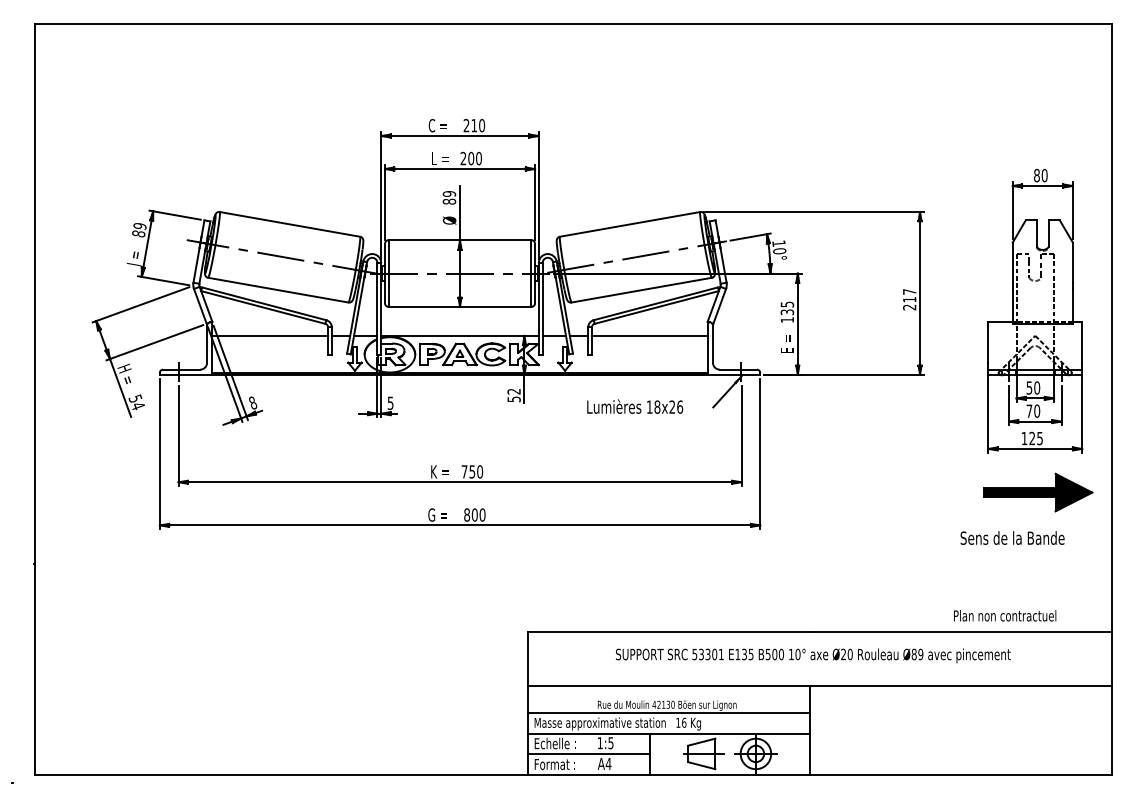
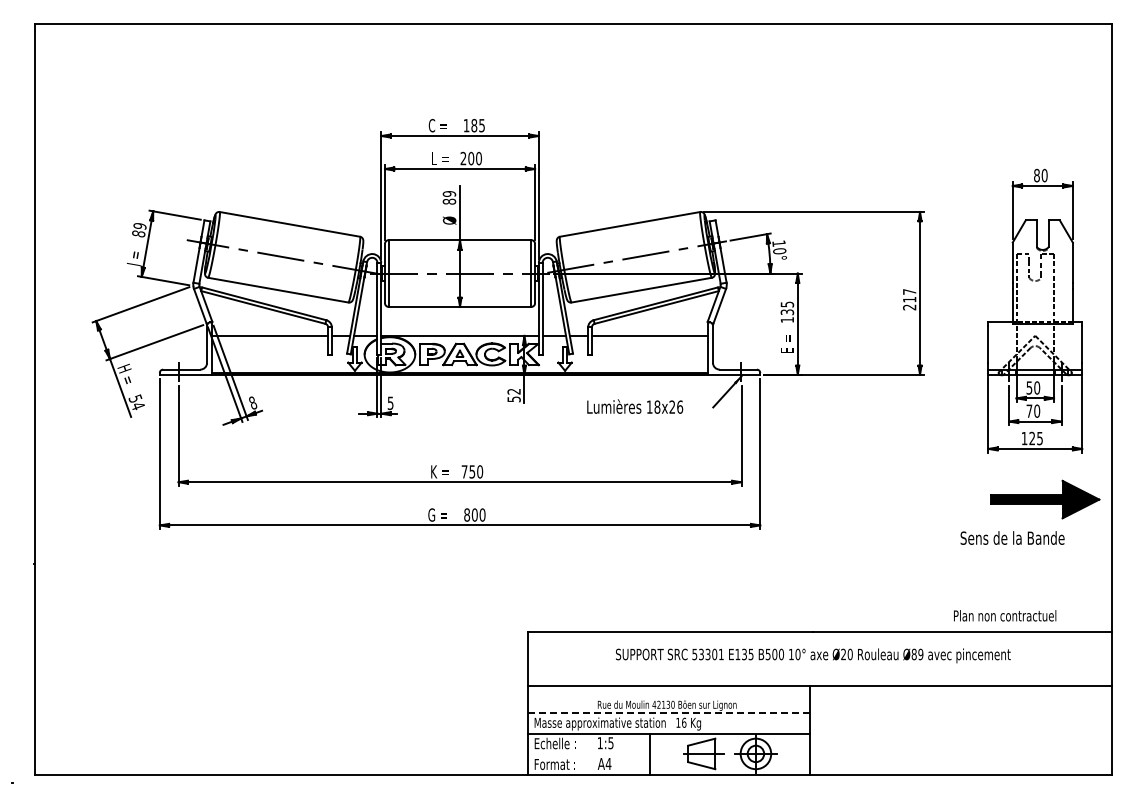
text at (474, 125): 210 -> 185
part at (1038, 492) position: (1038, 492) -> (1045, 499)
line at (669, 713): solid -> dashed
line at (588, 754): present -> none
